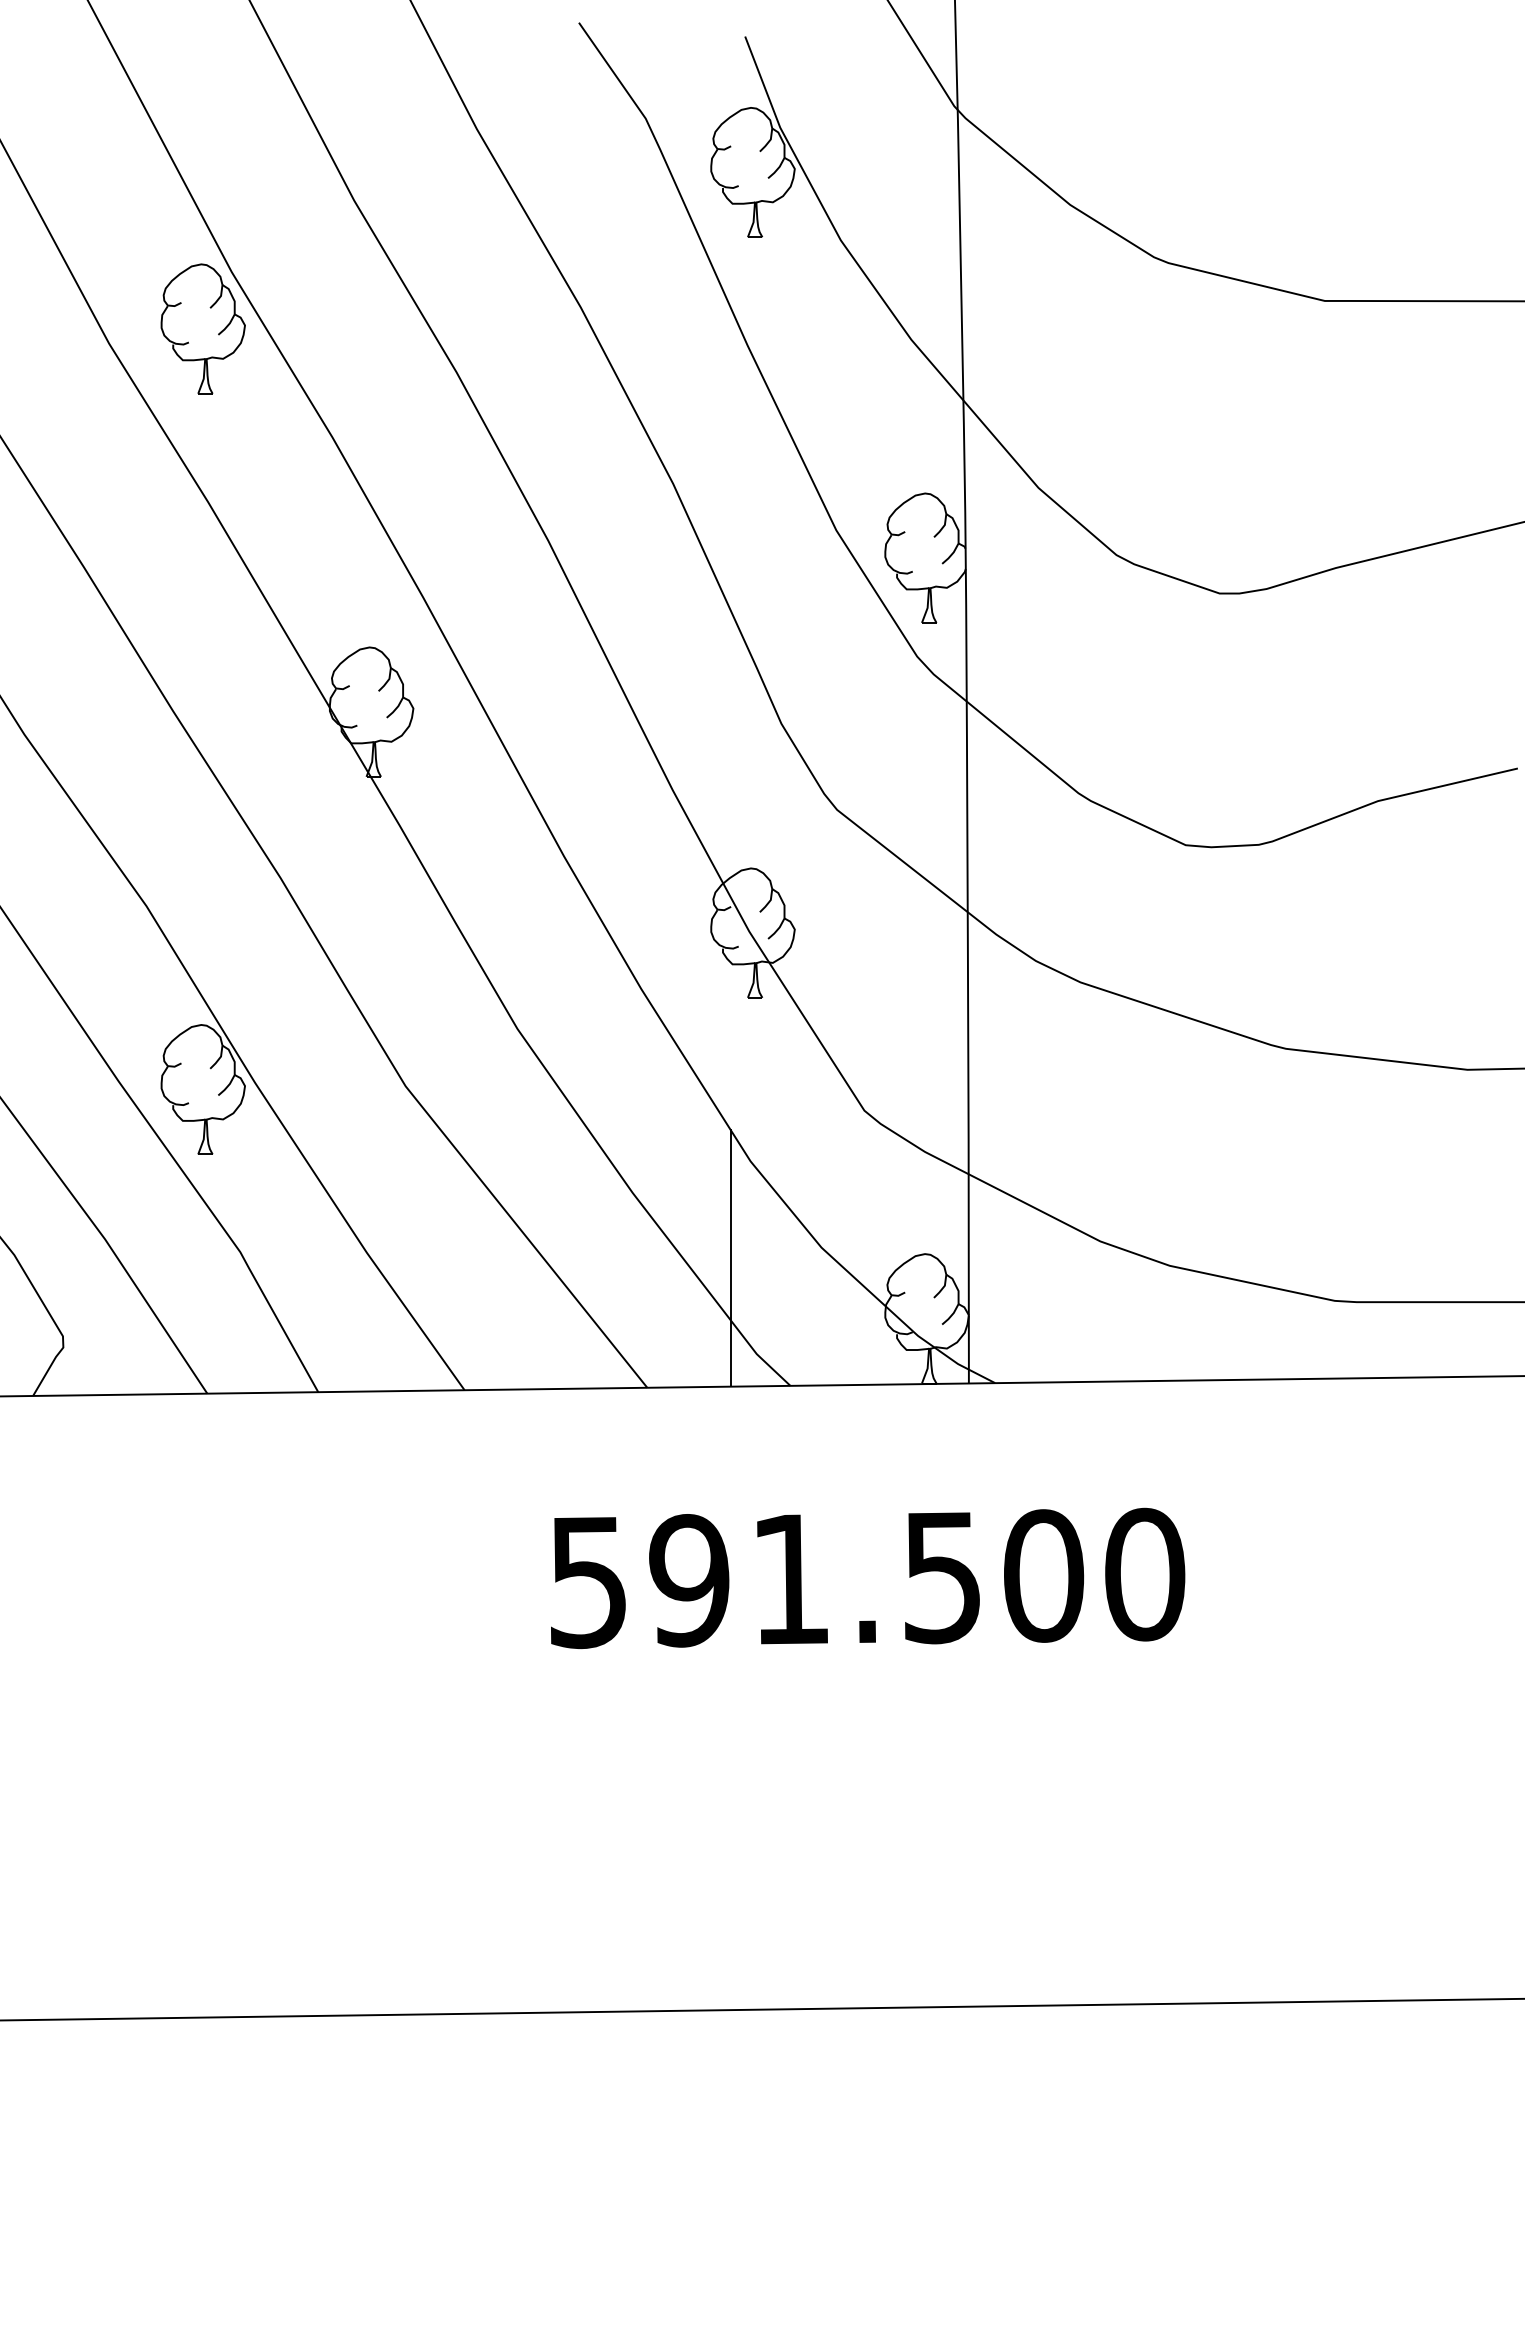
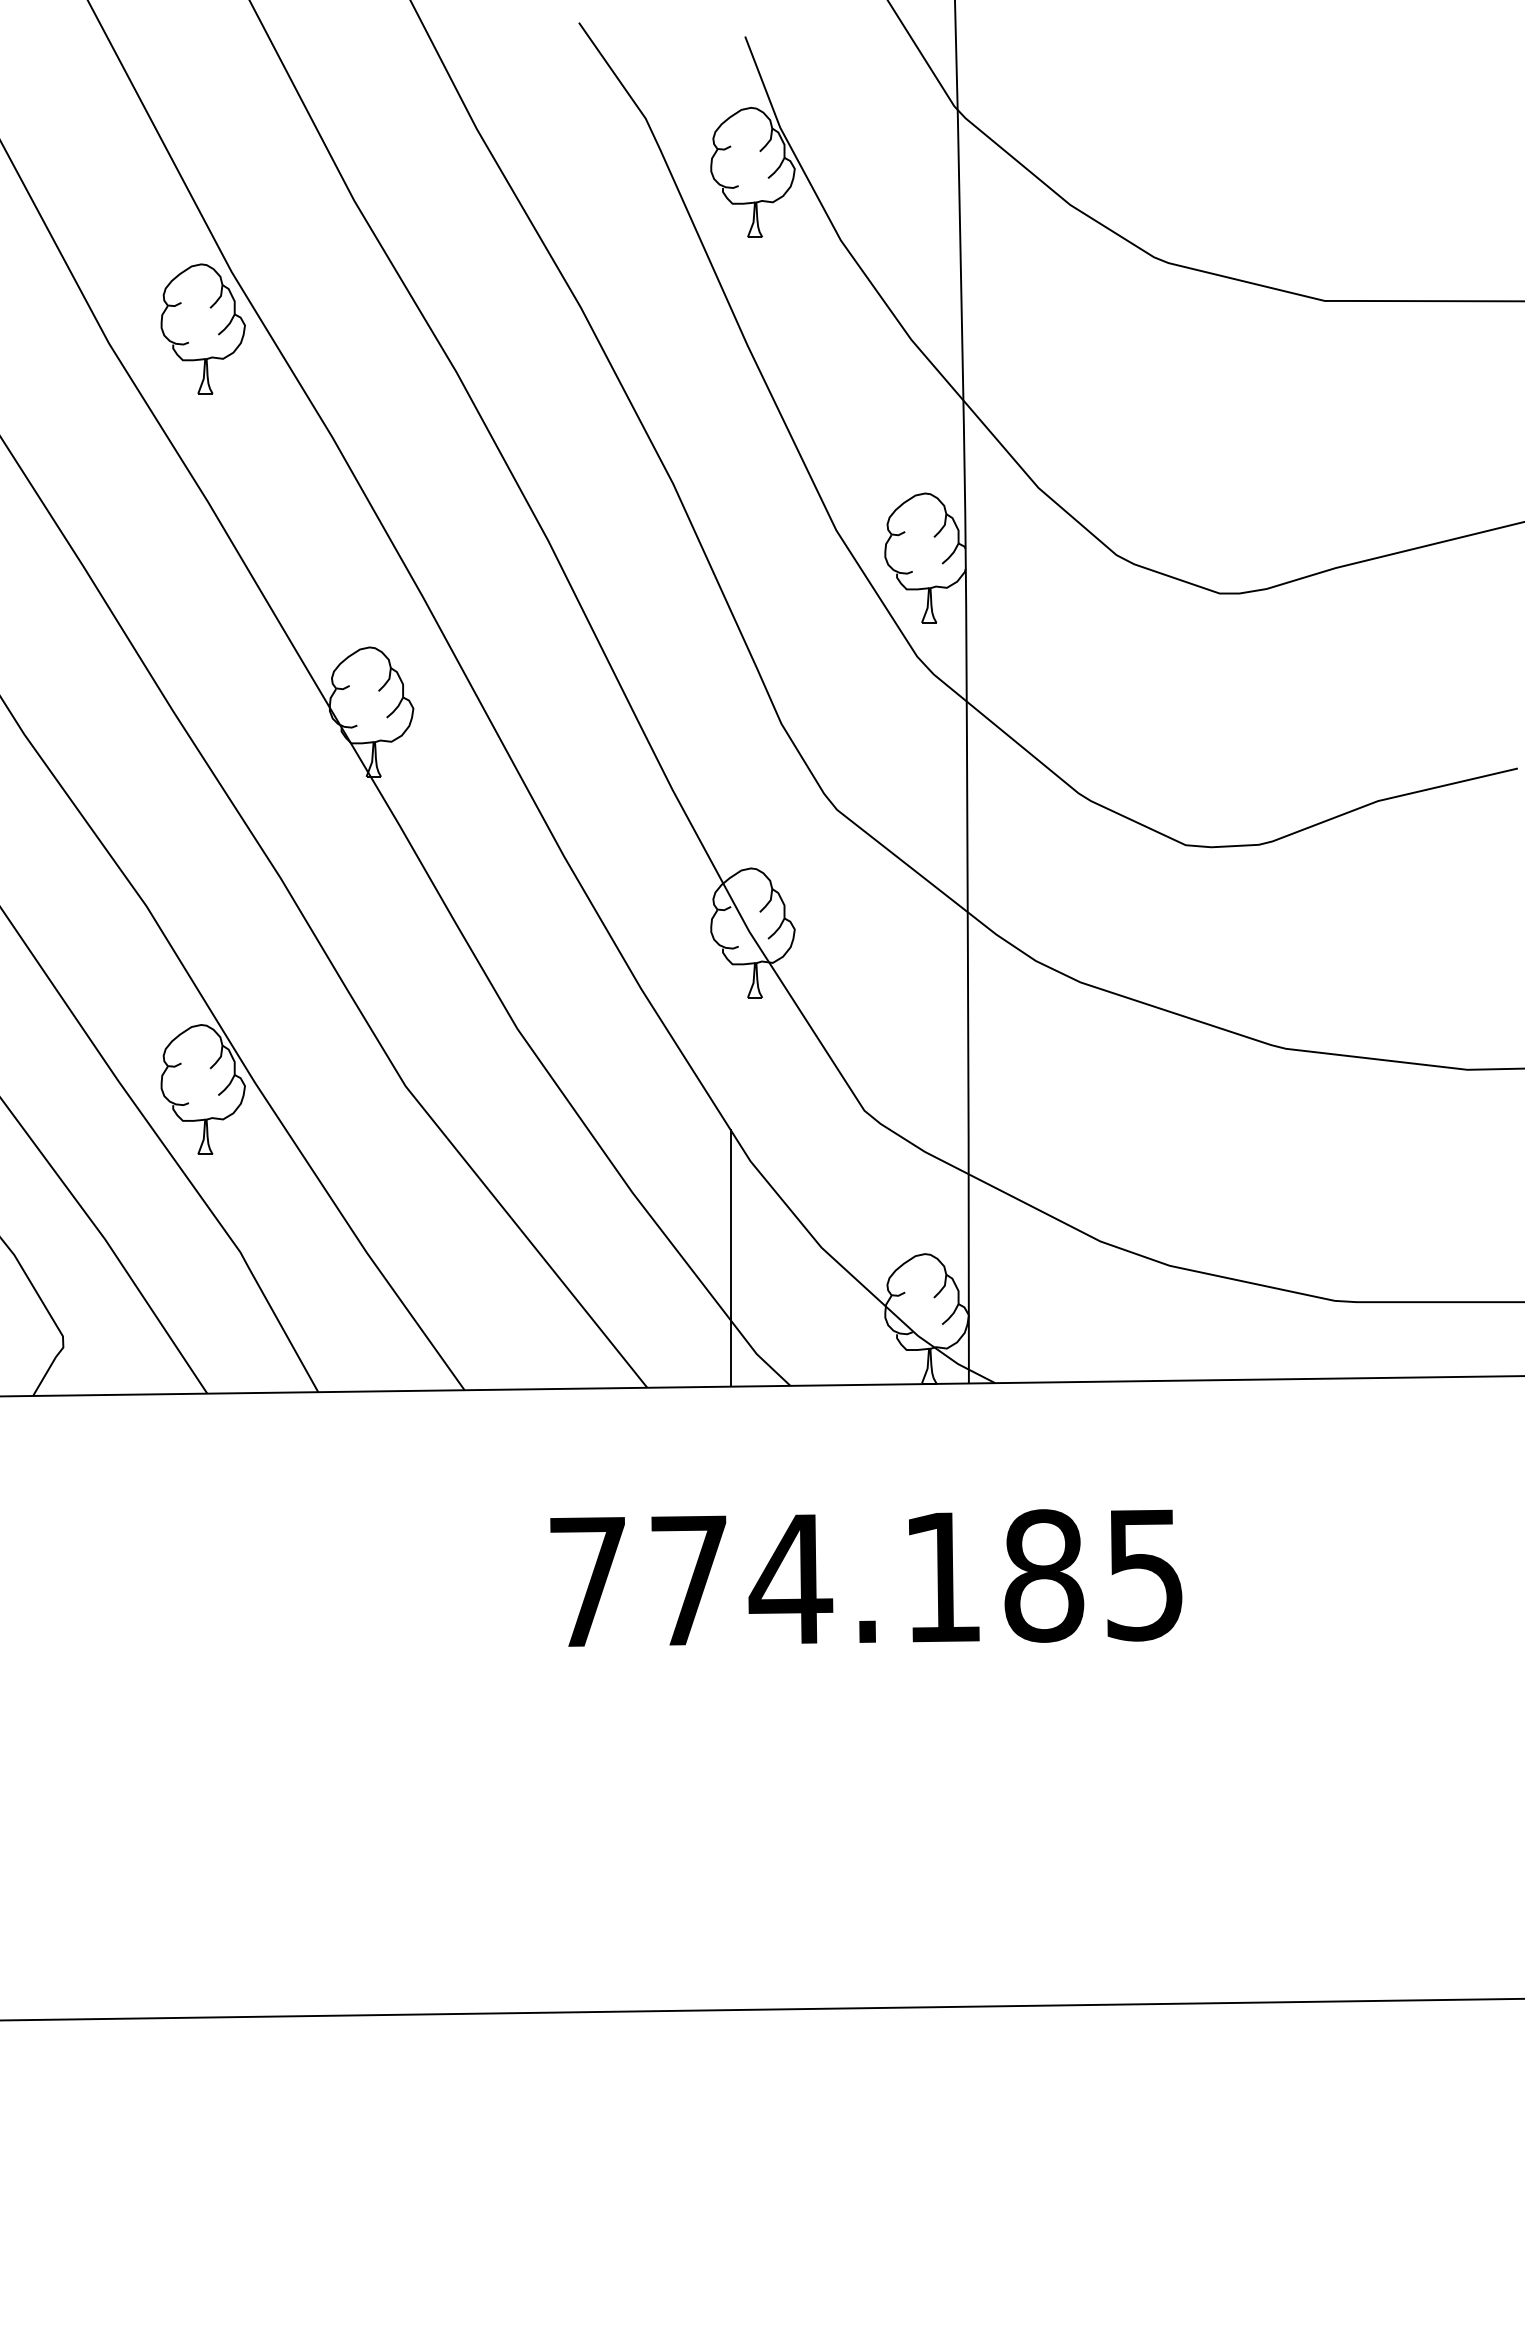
text at (867, 1578): 591.500 -> 774.185
